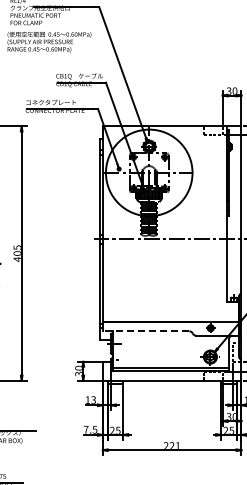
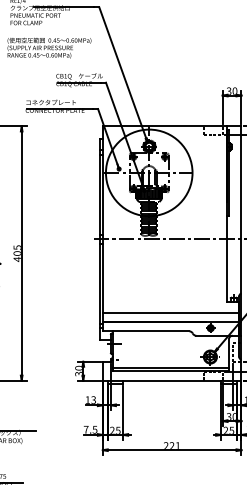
text at (49, 41) position: (49, 41) -> (49, 47)
line at (170, 312): none -> present
line at (145, 331): dashed -> solid
